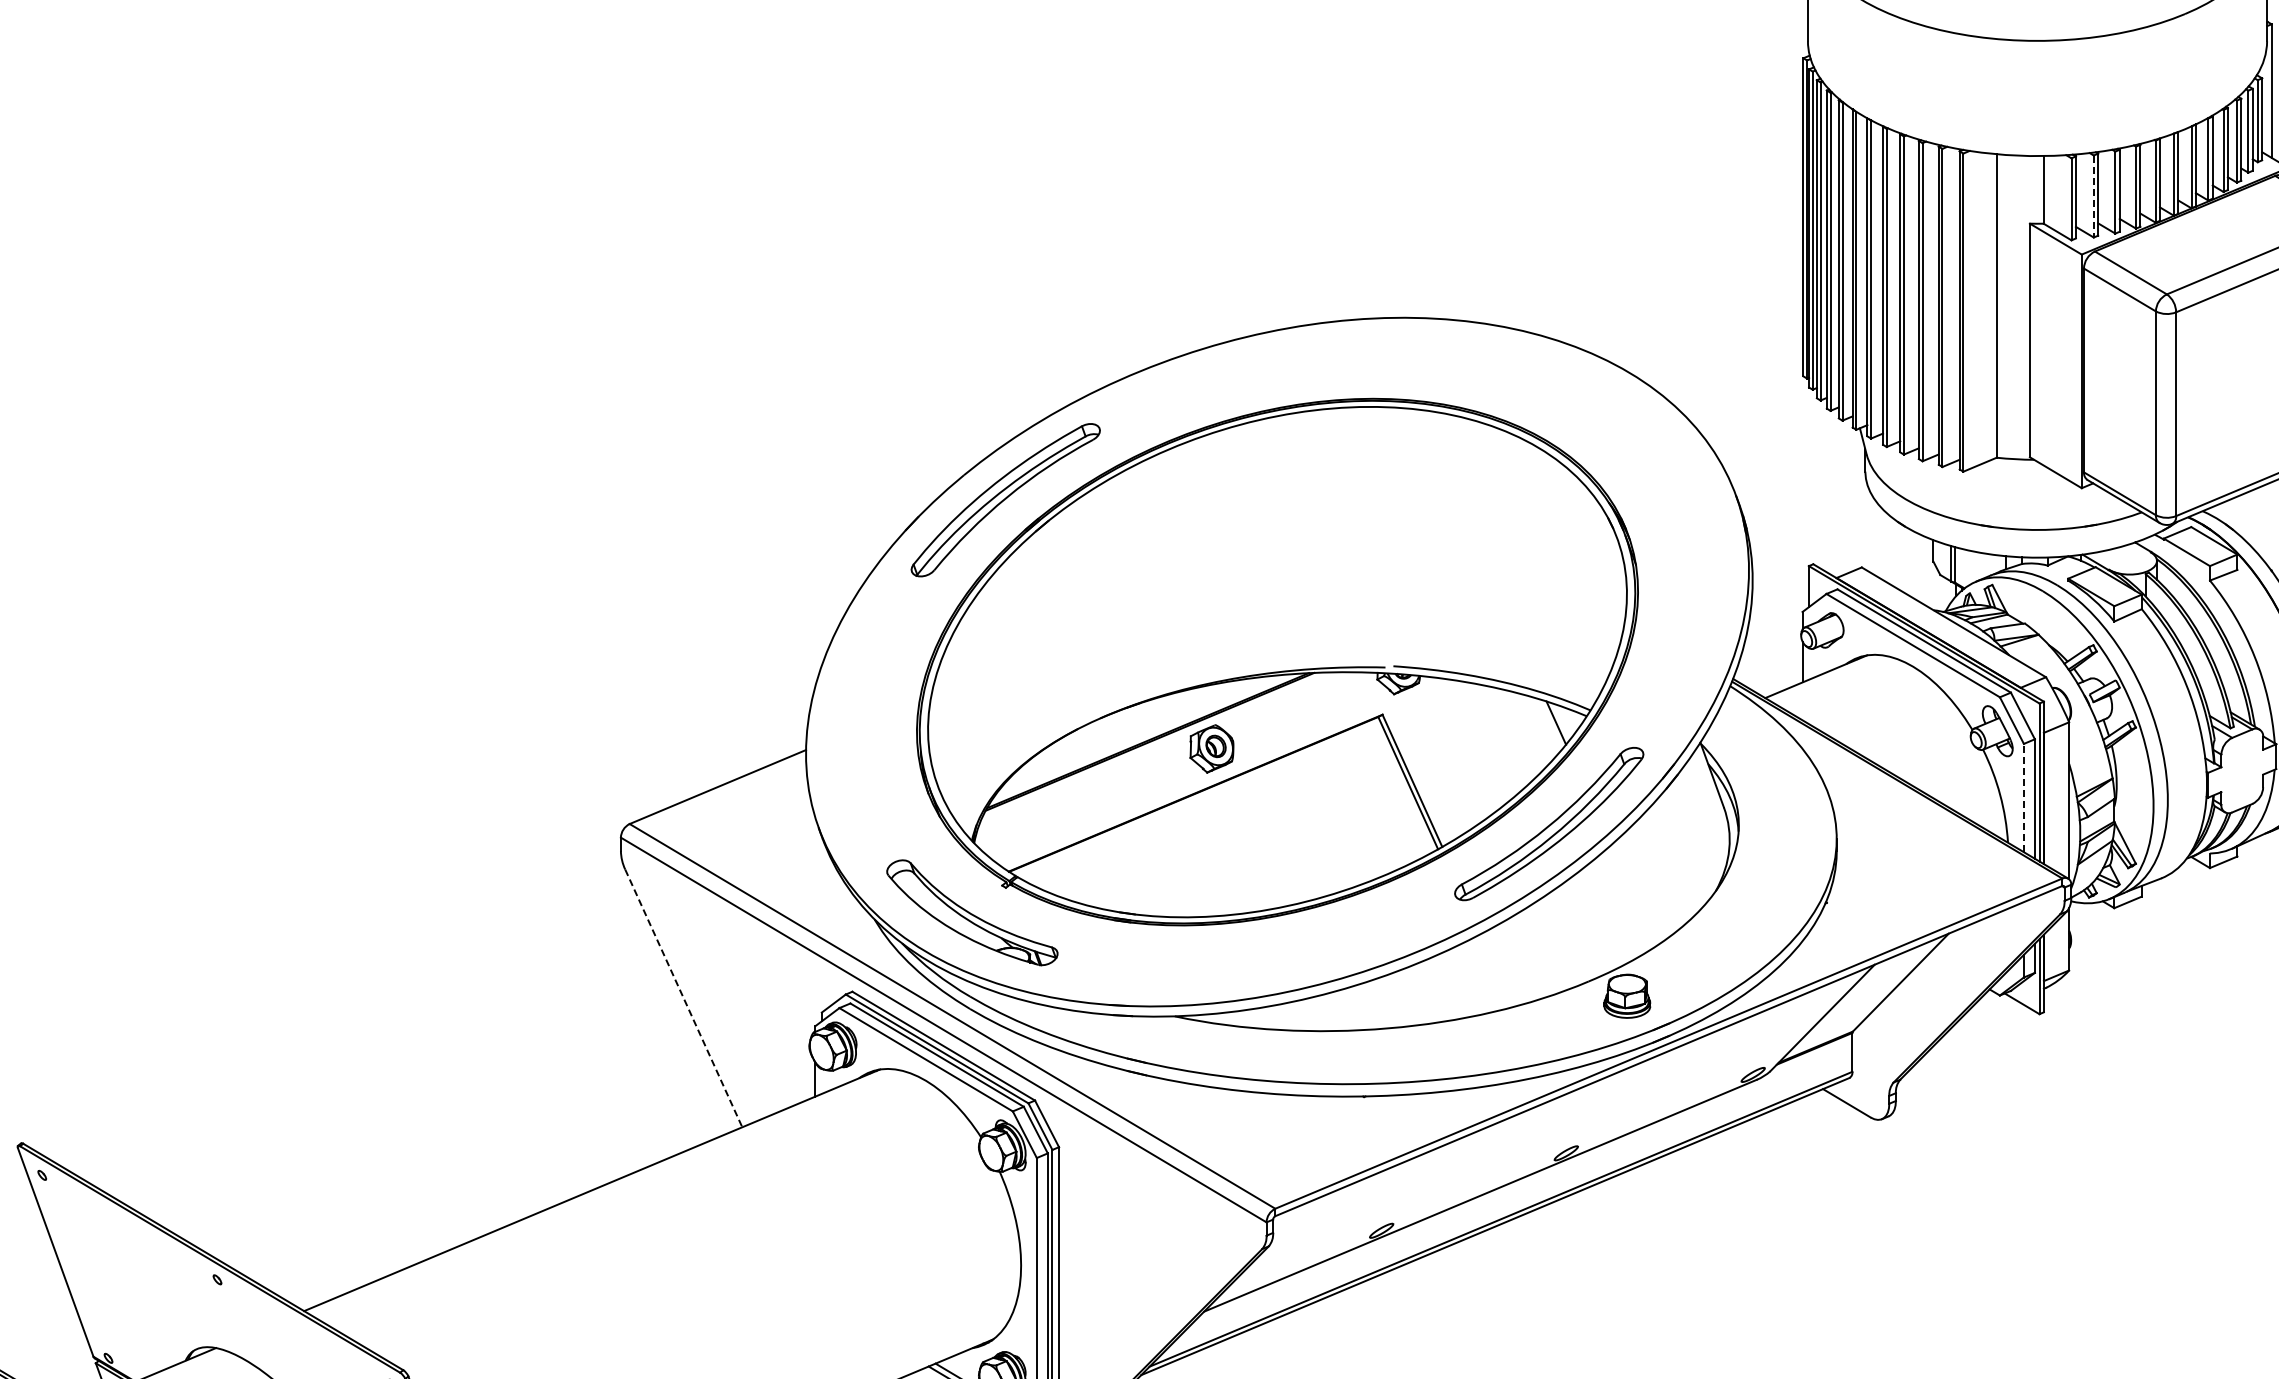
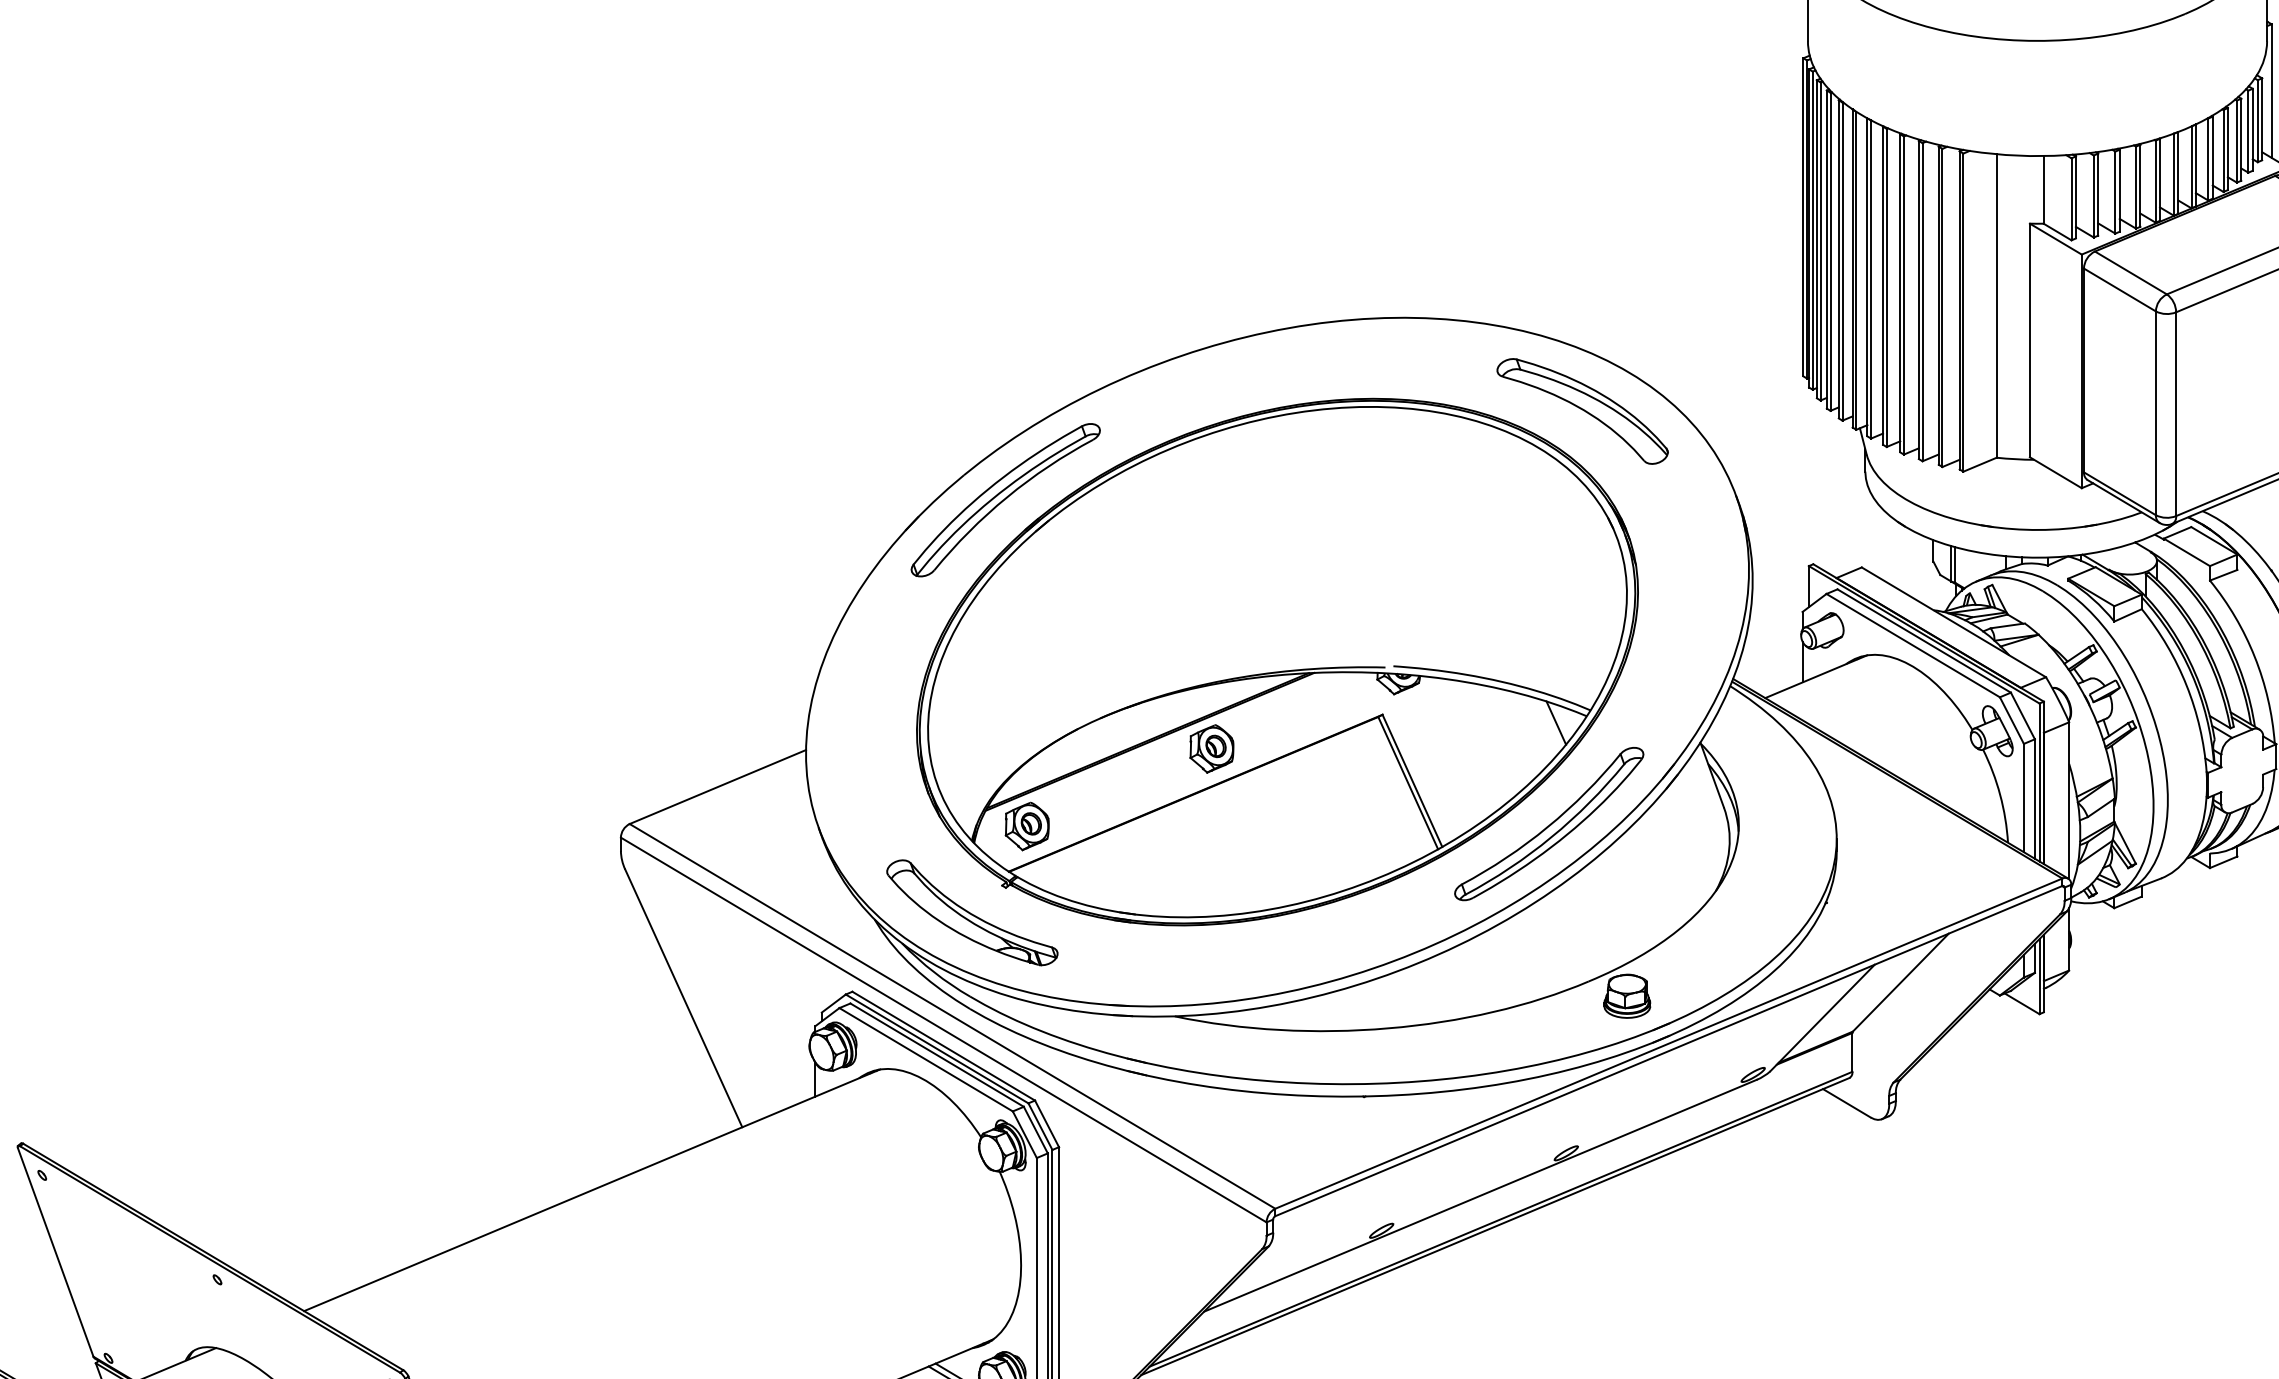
line at (2093, 197): dashed -> solid
part at (1582, 411): none -> present
line at (2023, 797): dashed -> solid
part at (1026, 826): none -> present
line at (683, 998): dashed -> solid
